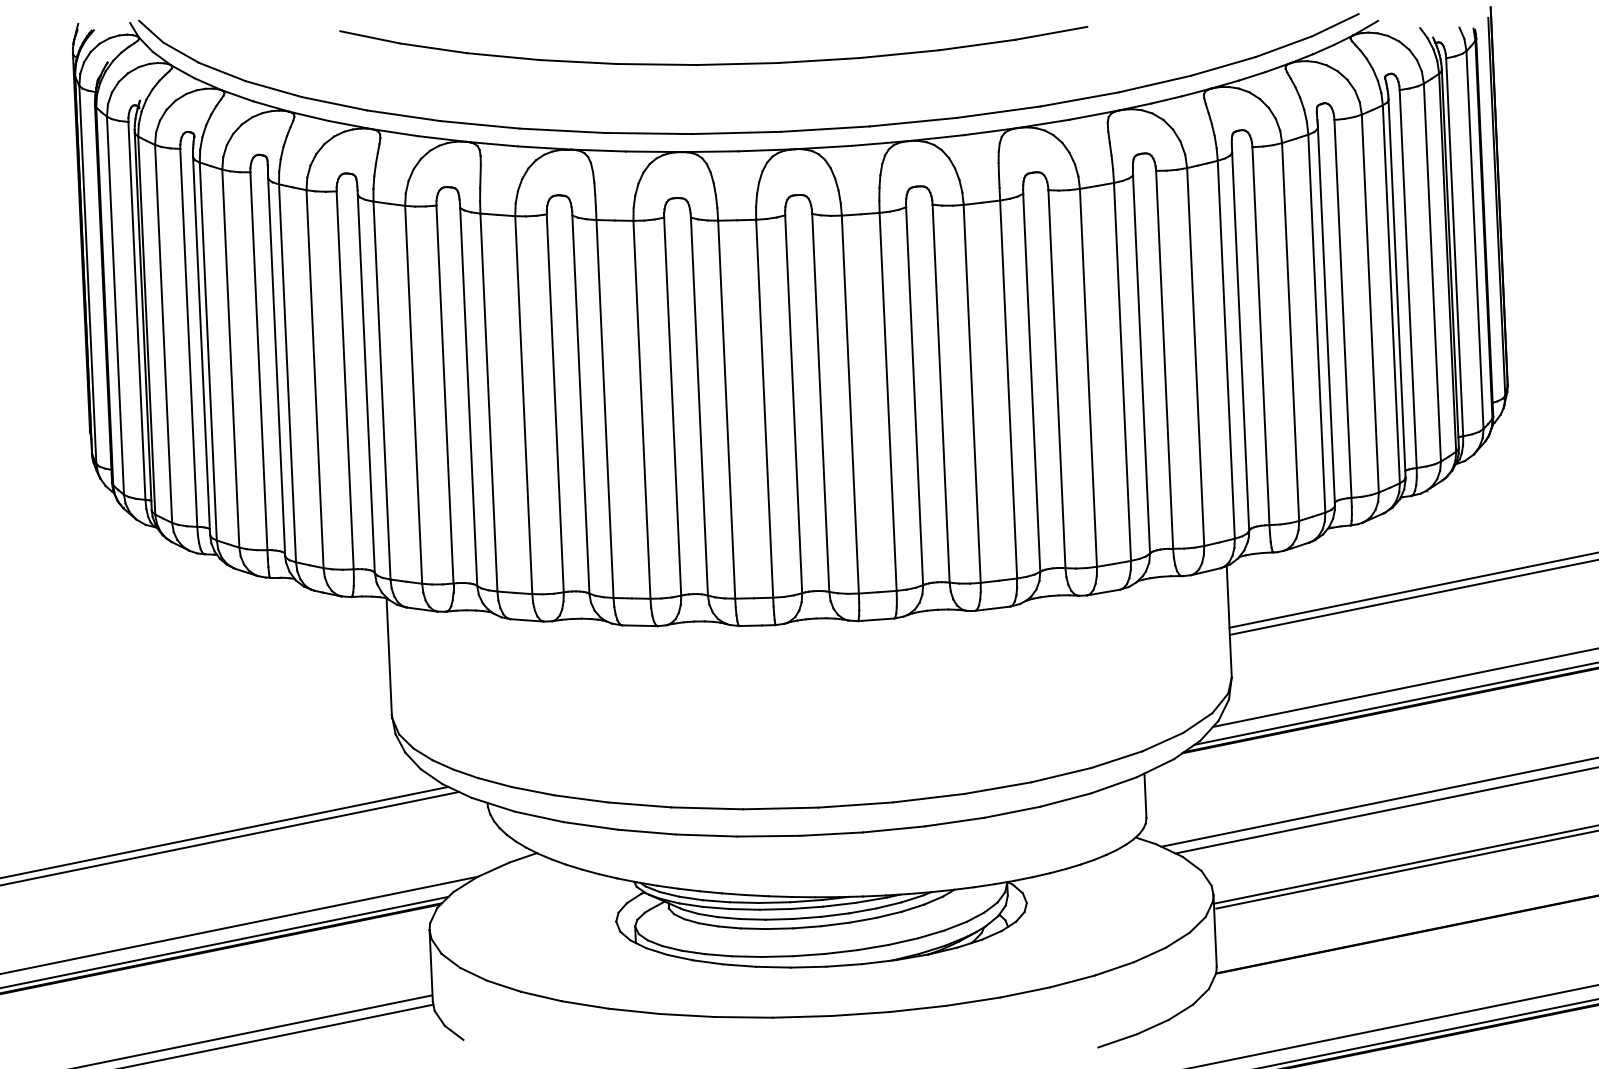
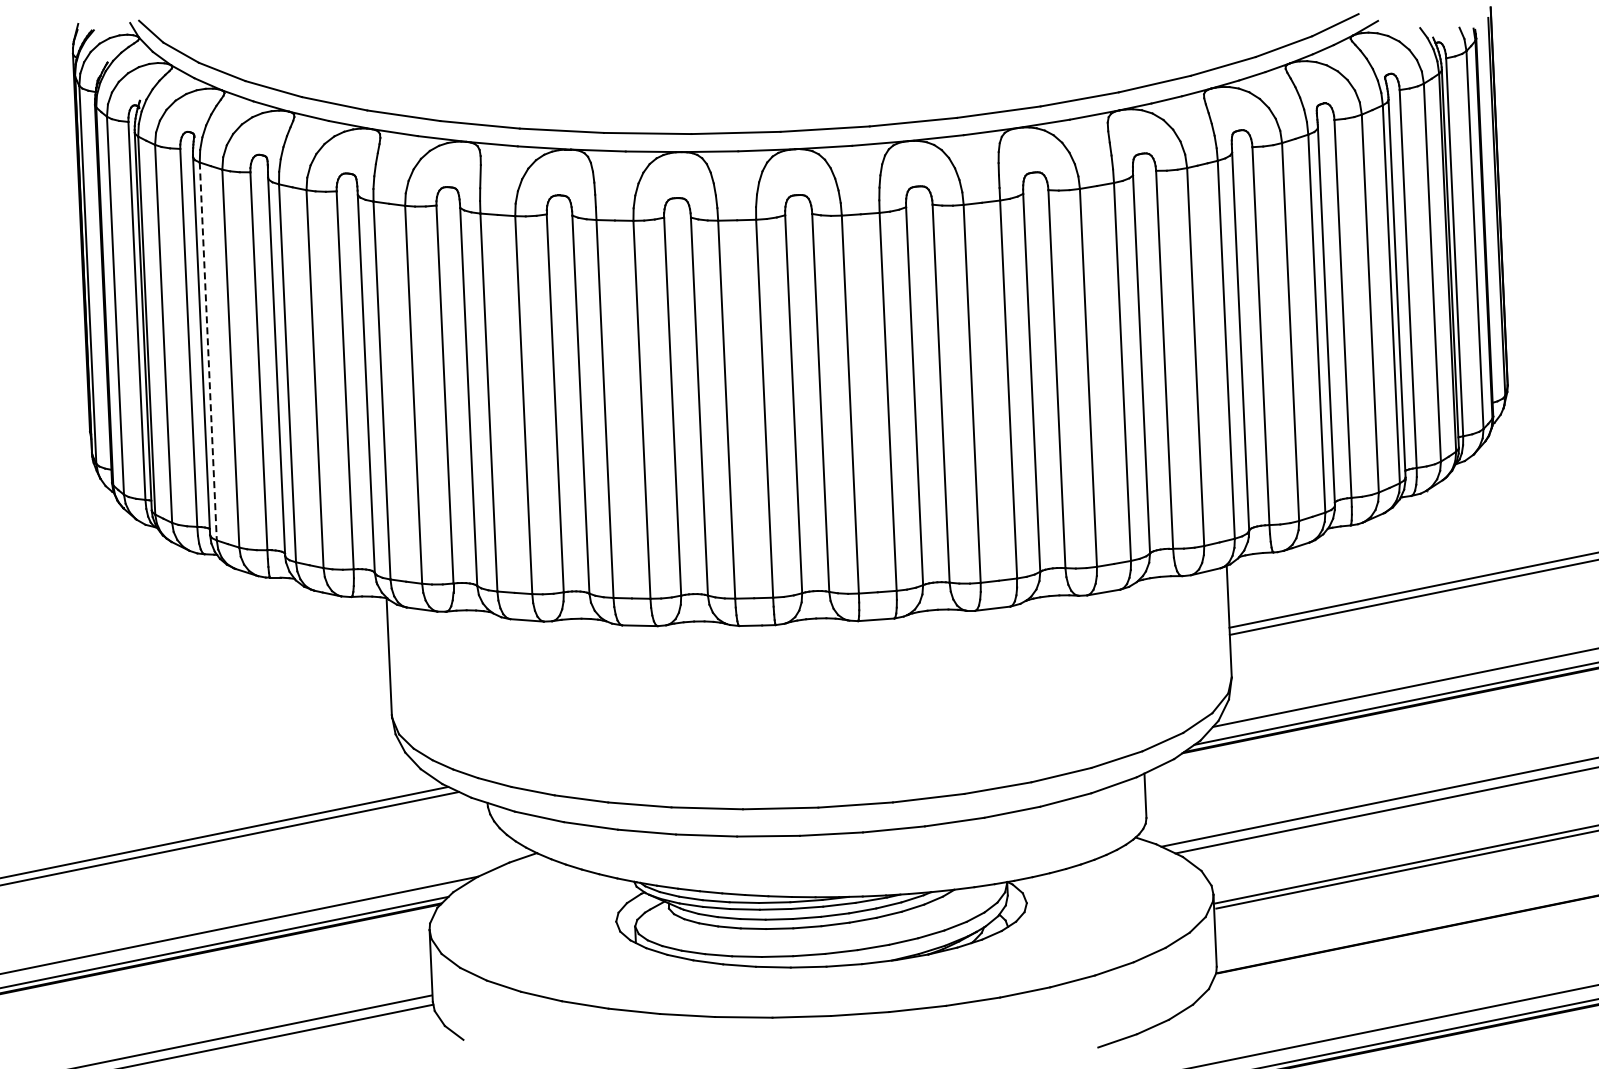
part at (713, 63): present -> none
line at (208, 351): solid -> dashed
